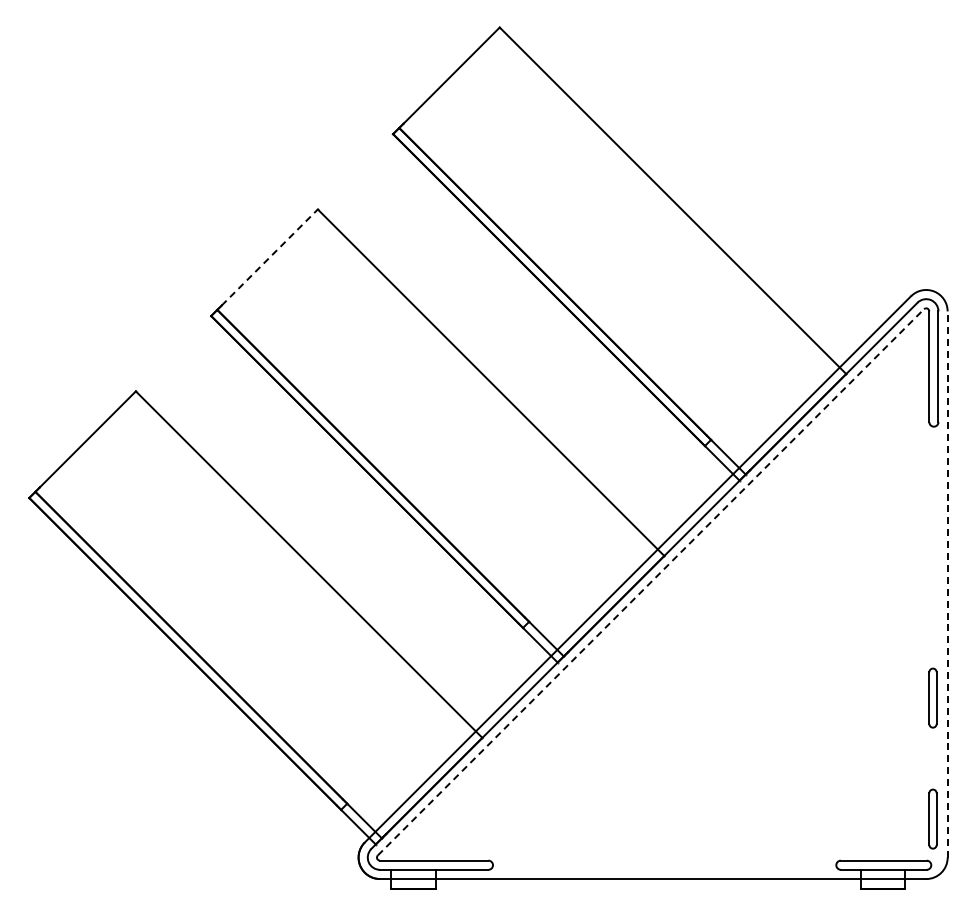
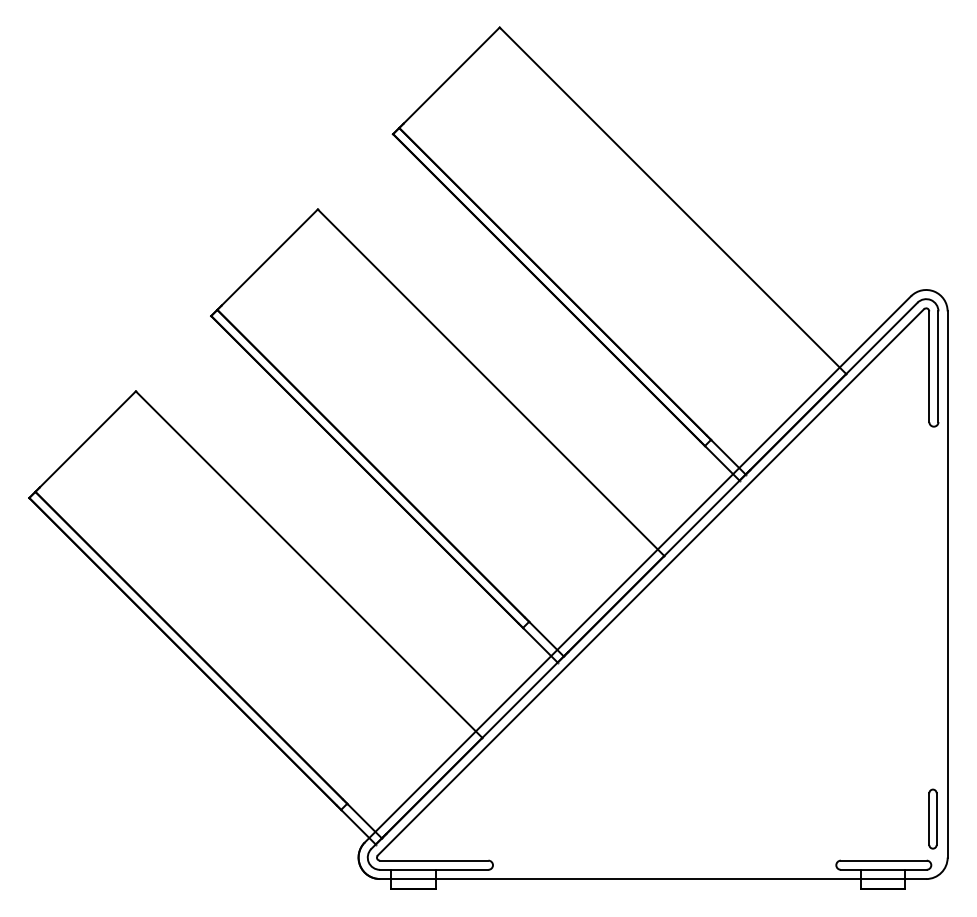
line at (270, 257): dashed -> solid
line at (651, 581): dashed -> solid
line at (947, 584): dashed -> solid
part at (932, 697): present -> none
